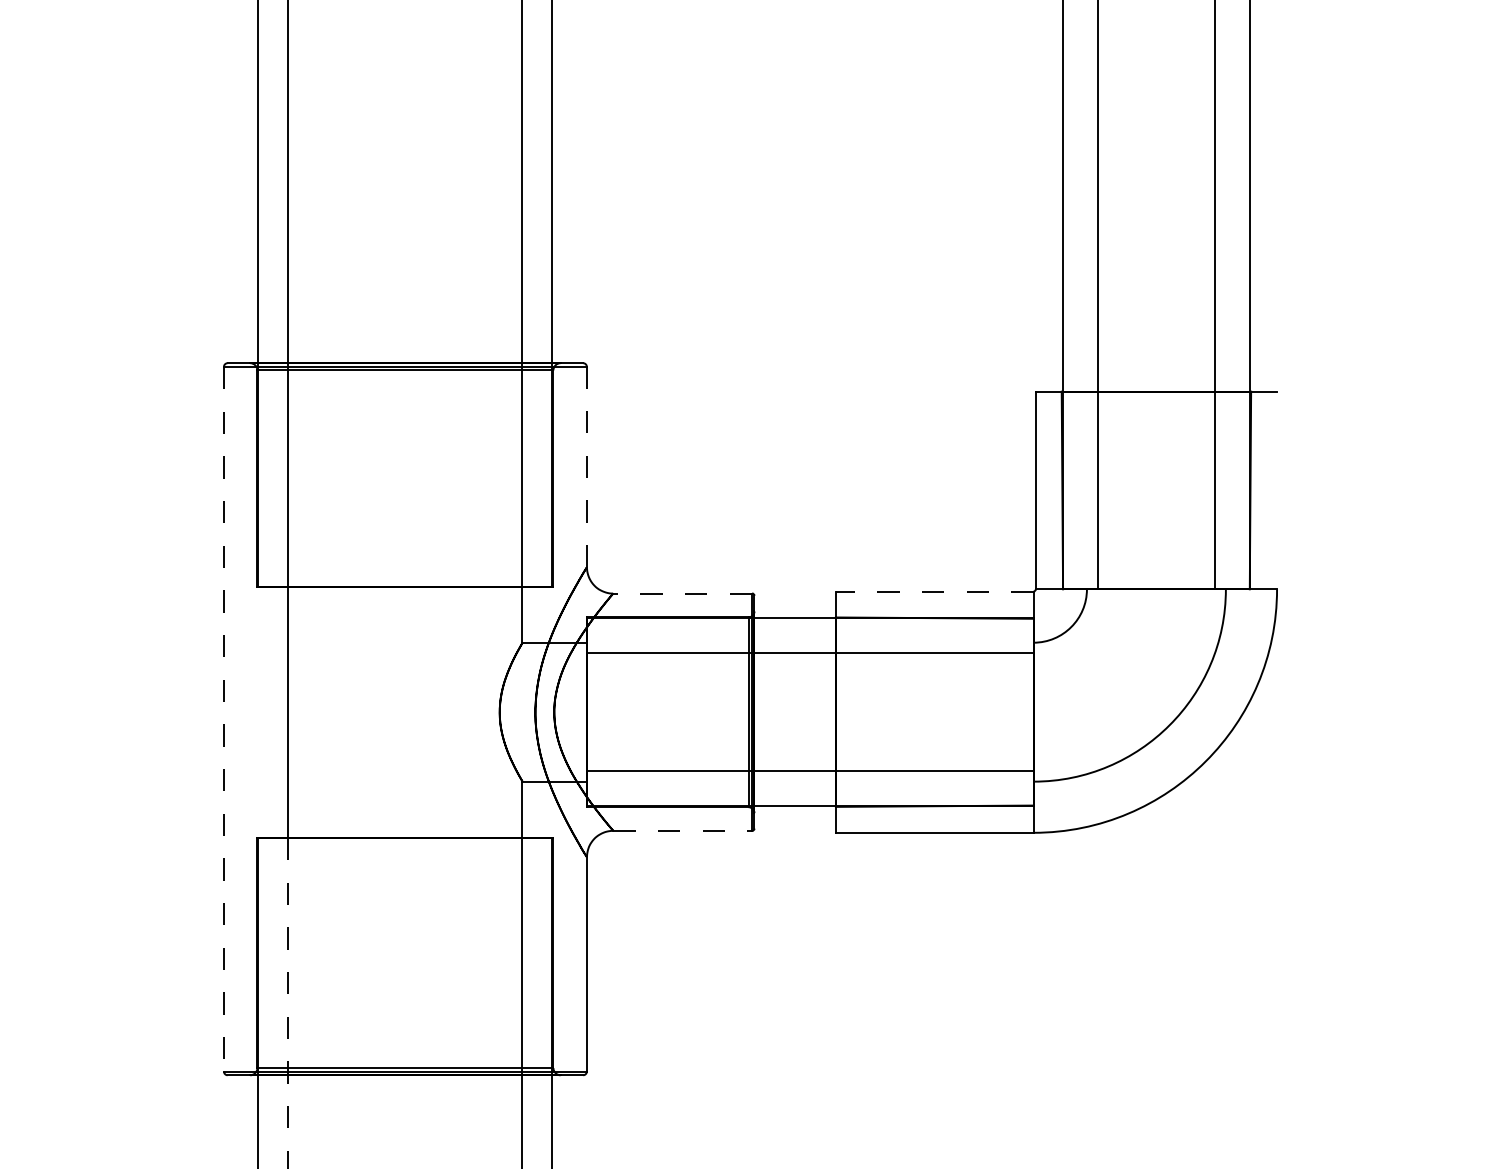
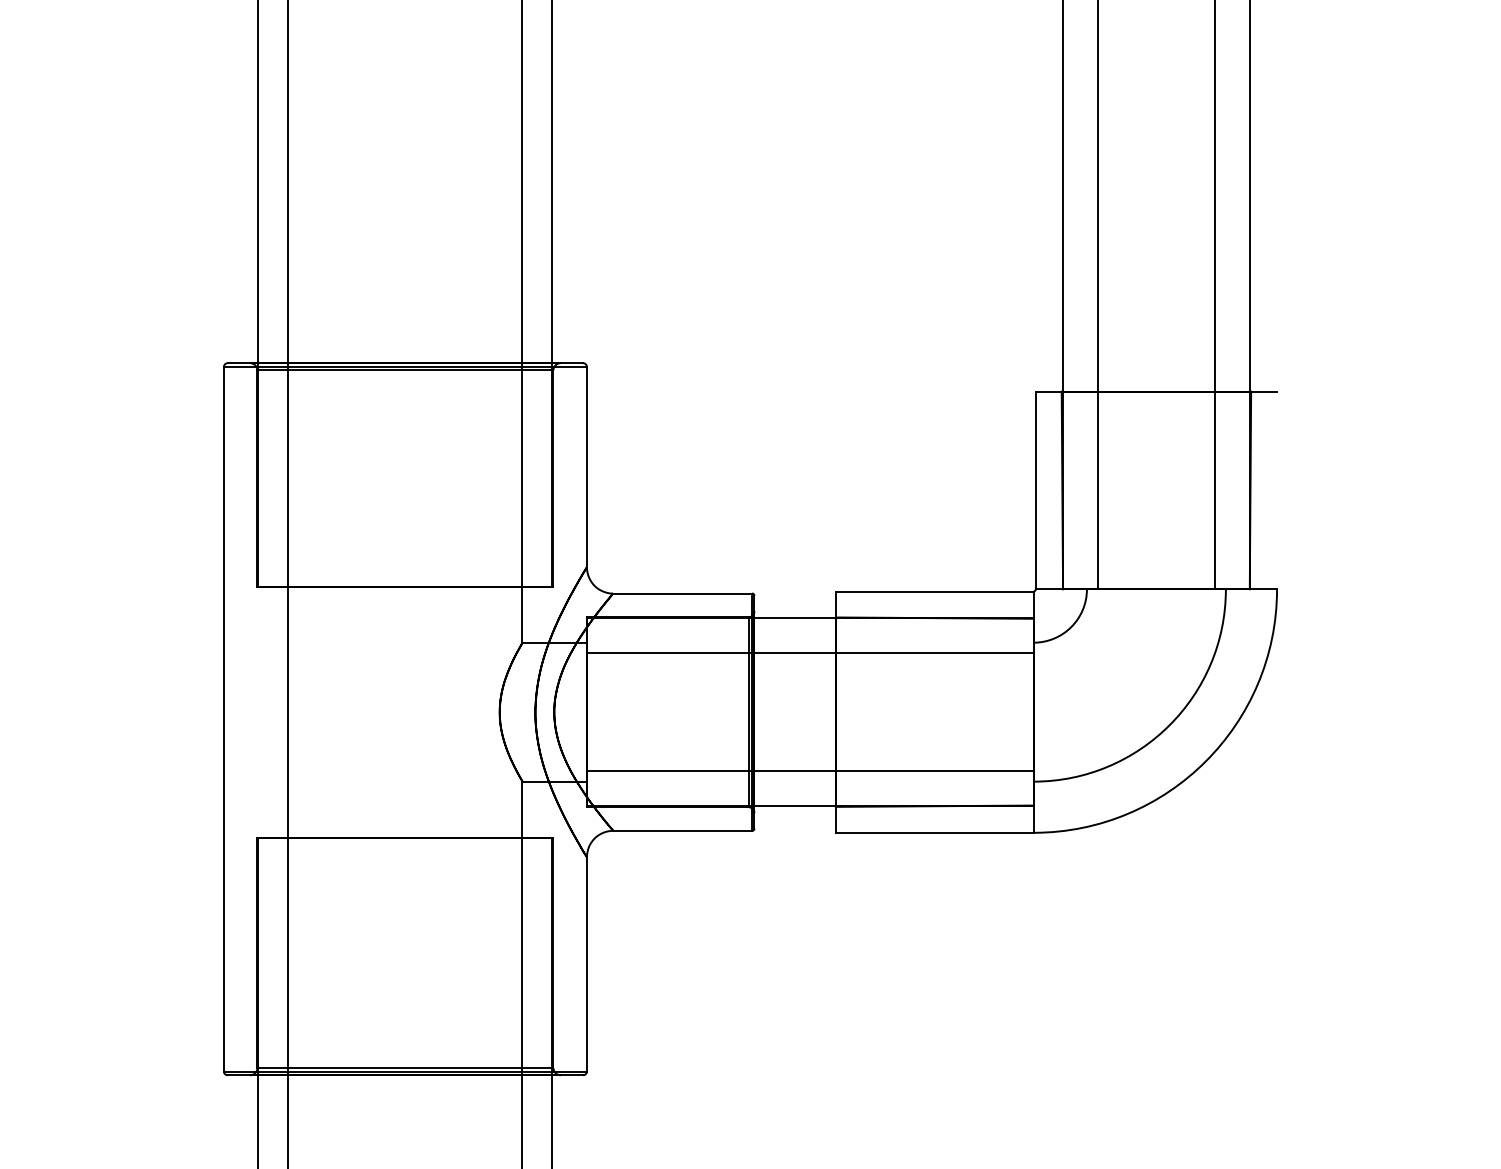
line at (586, 466): dashed -> solid
line at (934, 591): dashed -> solid
line at (682, 593): dashed -> solid
line at (223, 719): dashed -> solid
line at (683, 830): dashed -> solid
line at (288, 1003): dashed -> solid
